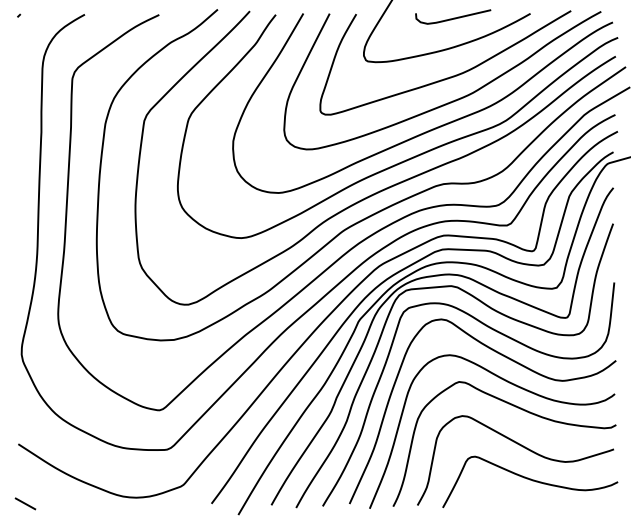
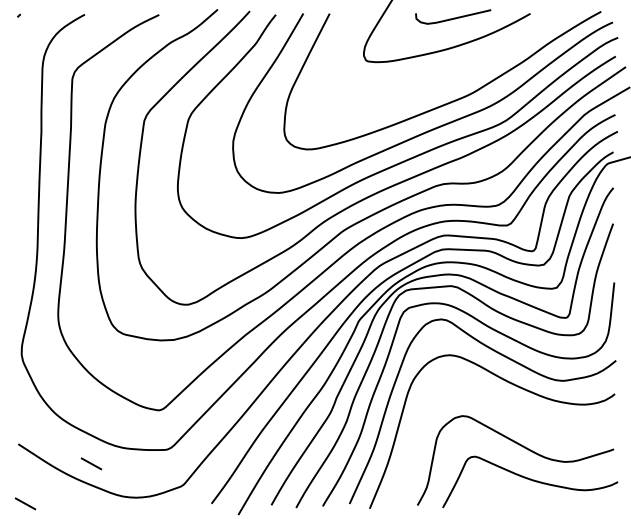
curve at (449, 76): present -> none
curve at (517, 408): present -> none
line at (91, 463): none -> present
